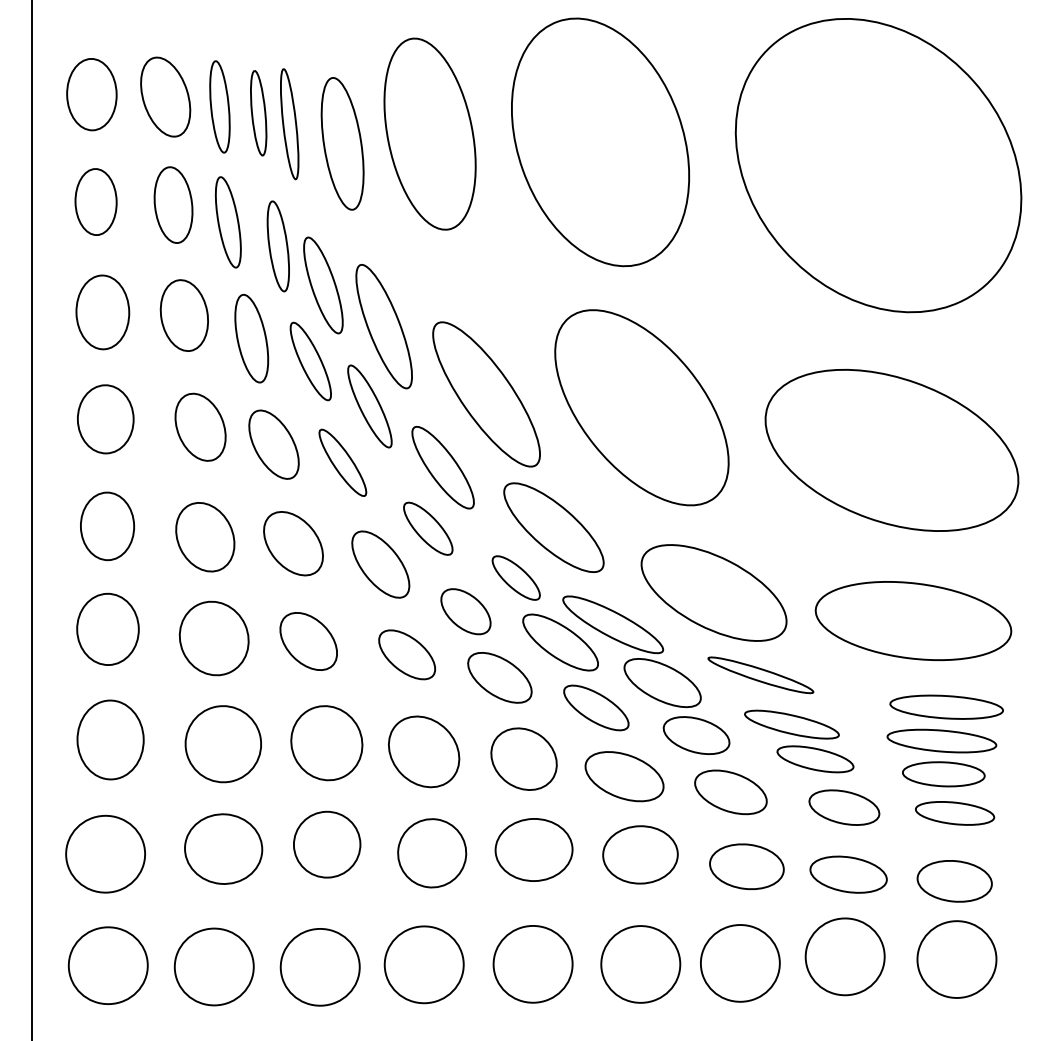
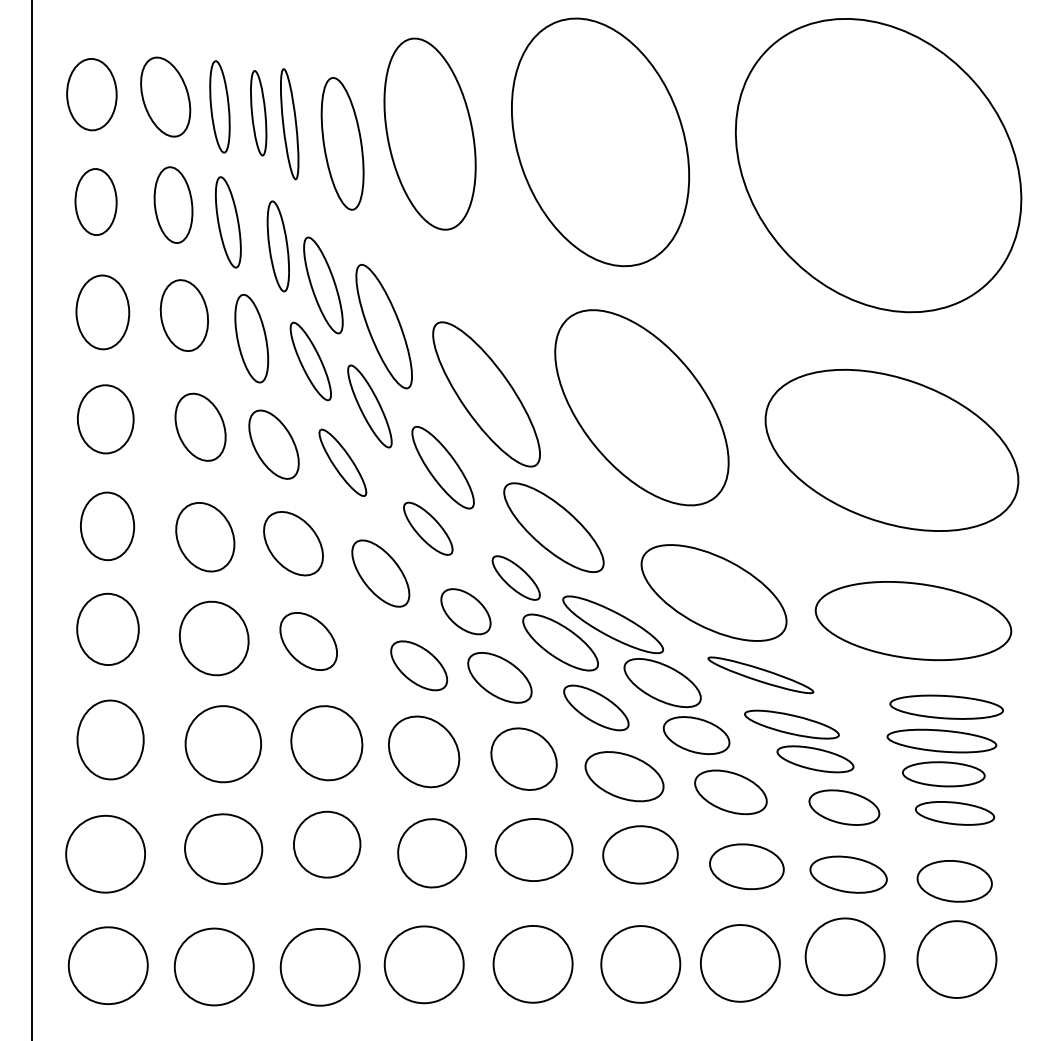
part at (380, 564) position: (380, 564) -> (380, 573)
part at (407, 654) position: (407, 654) -> (419, 665)
